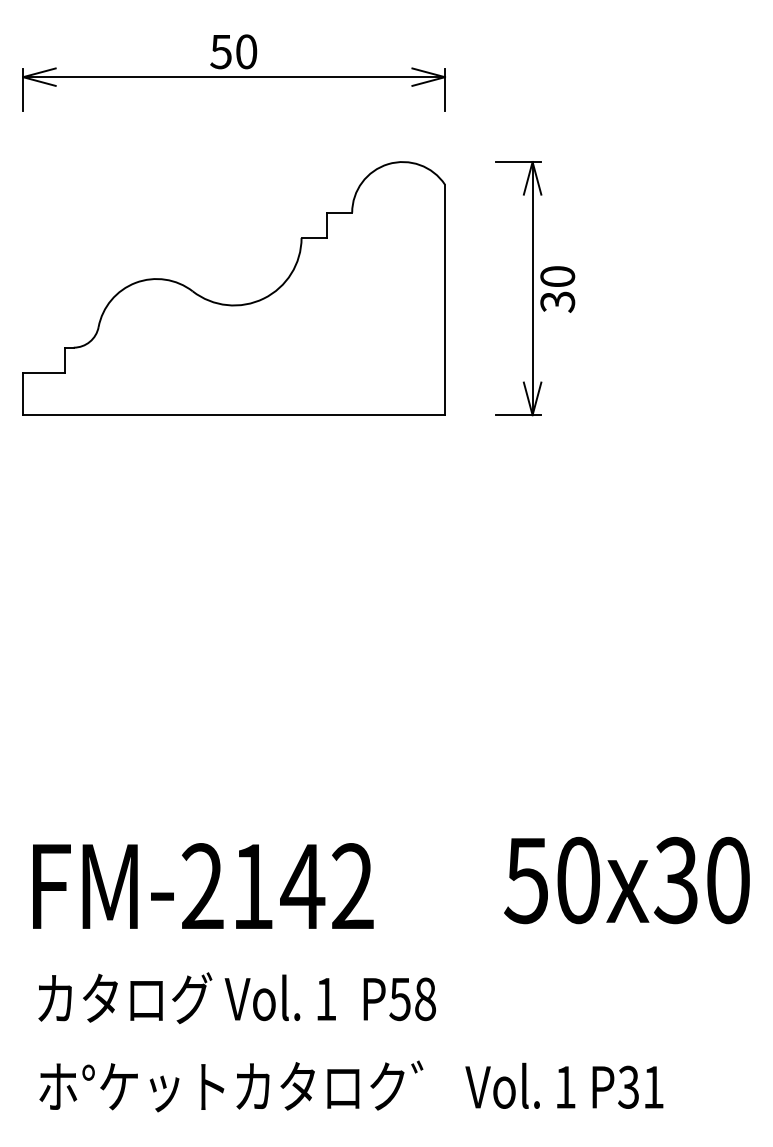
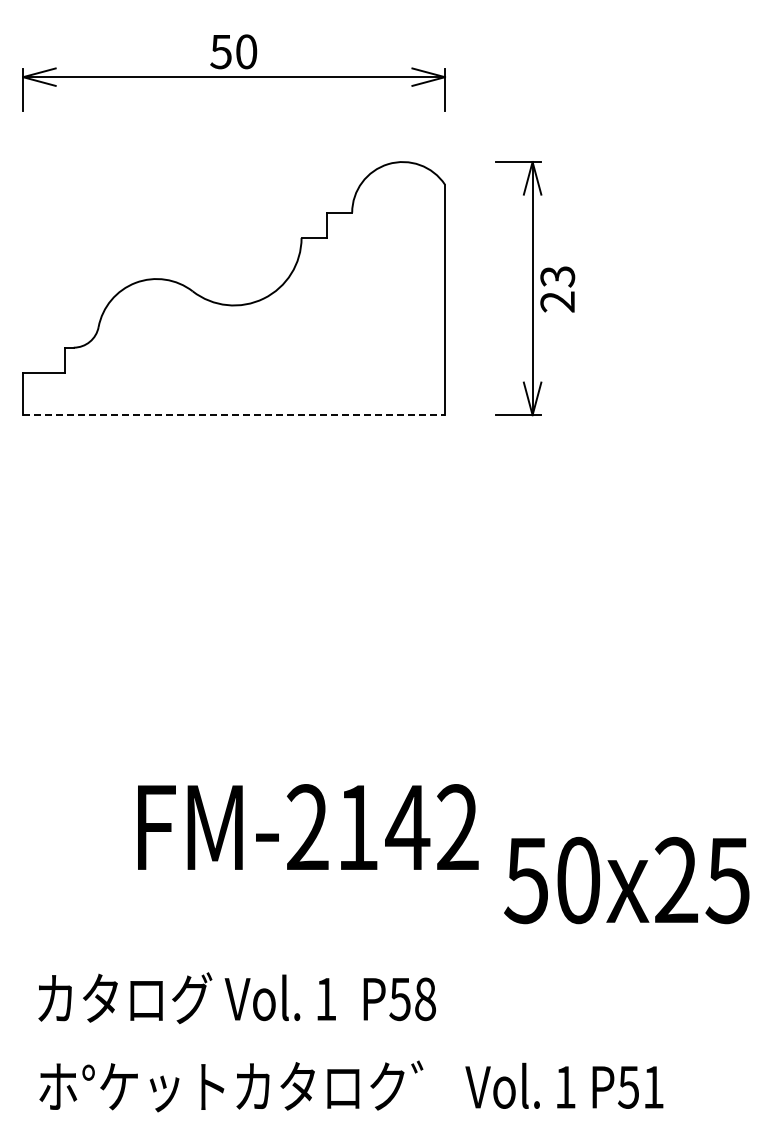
text at (557, 289): 30 -> 23
line at (234, 415): solid -> dashed
text at (701, 880): 50x30 -> 50x25
text at (203, 885) position: (203, 885) -> (308, 826)
text at (628, 1086): P31 -> P51
